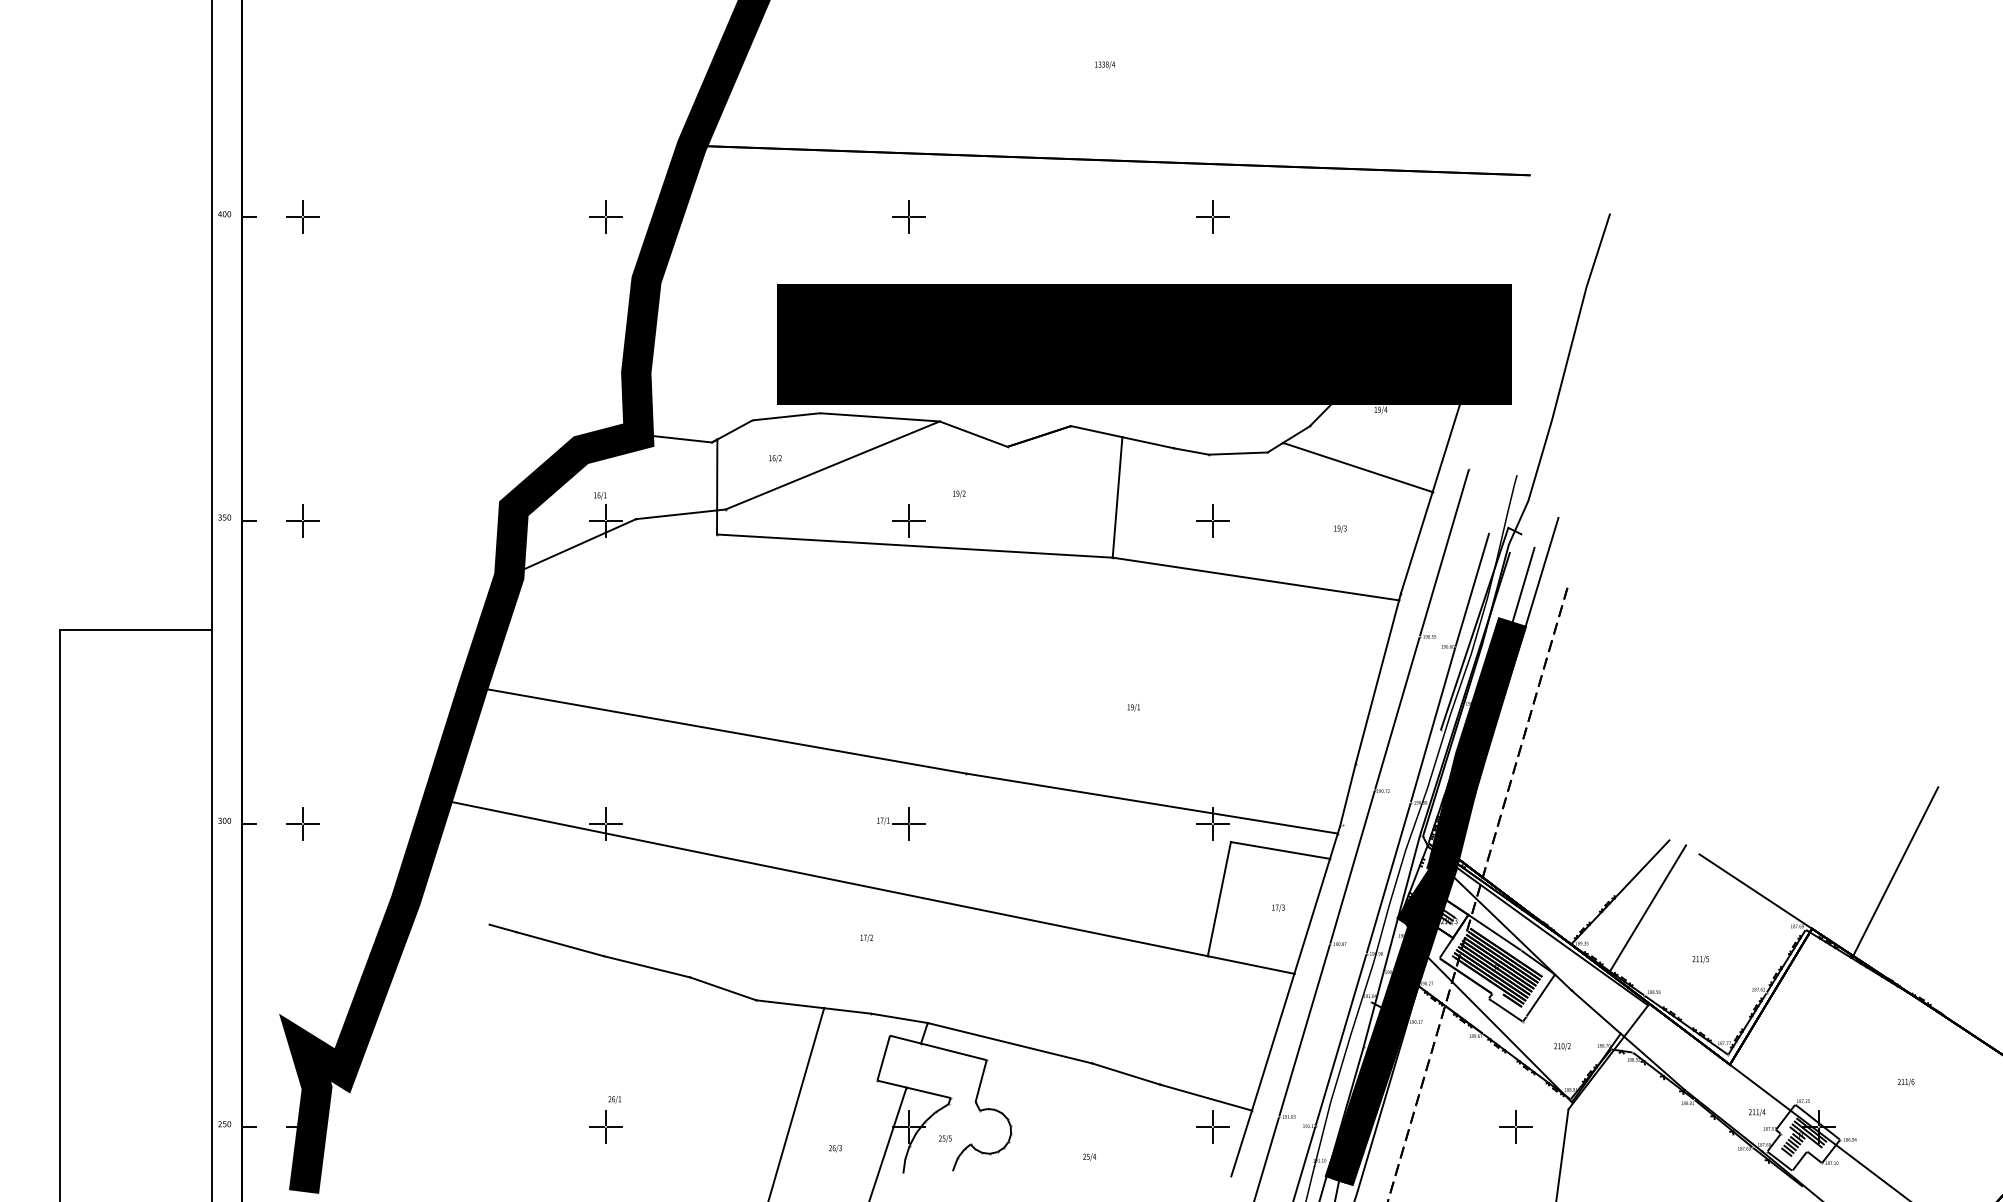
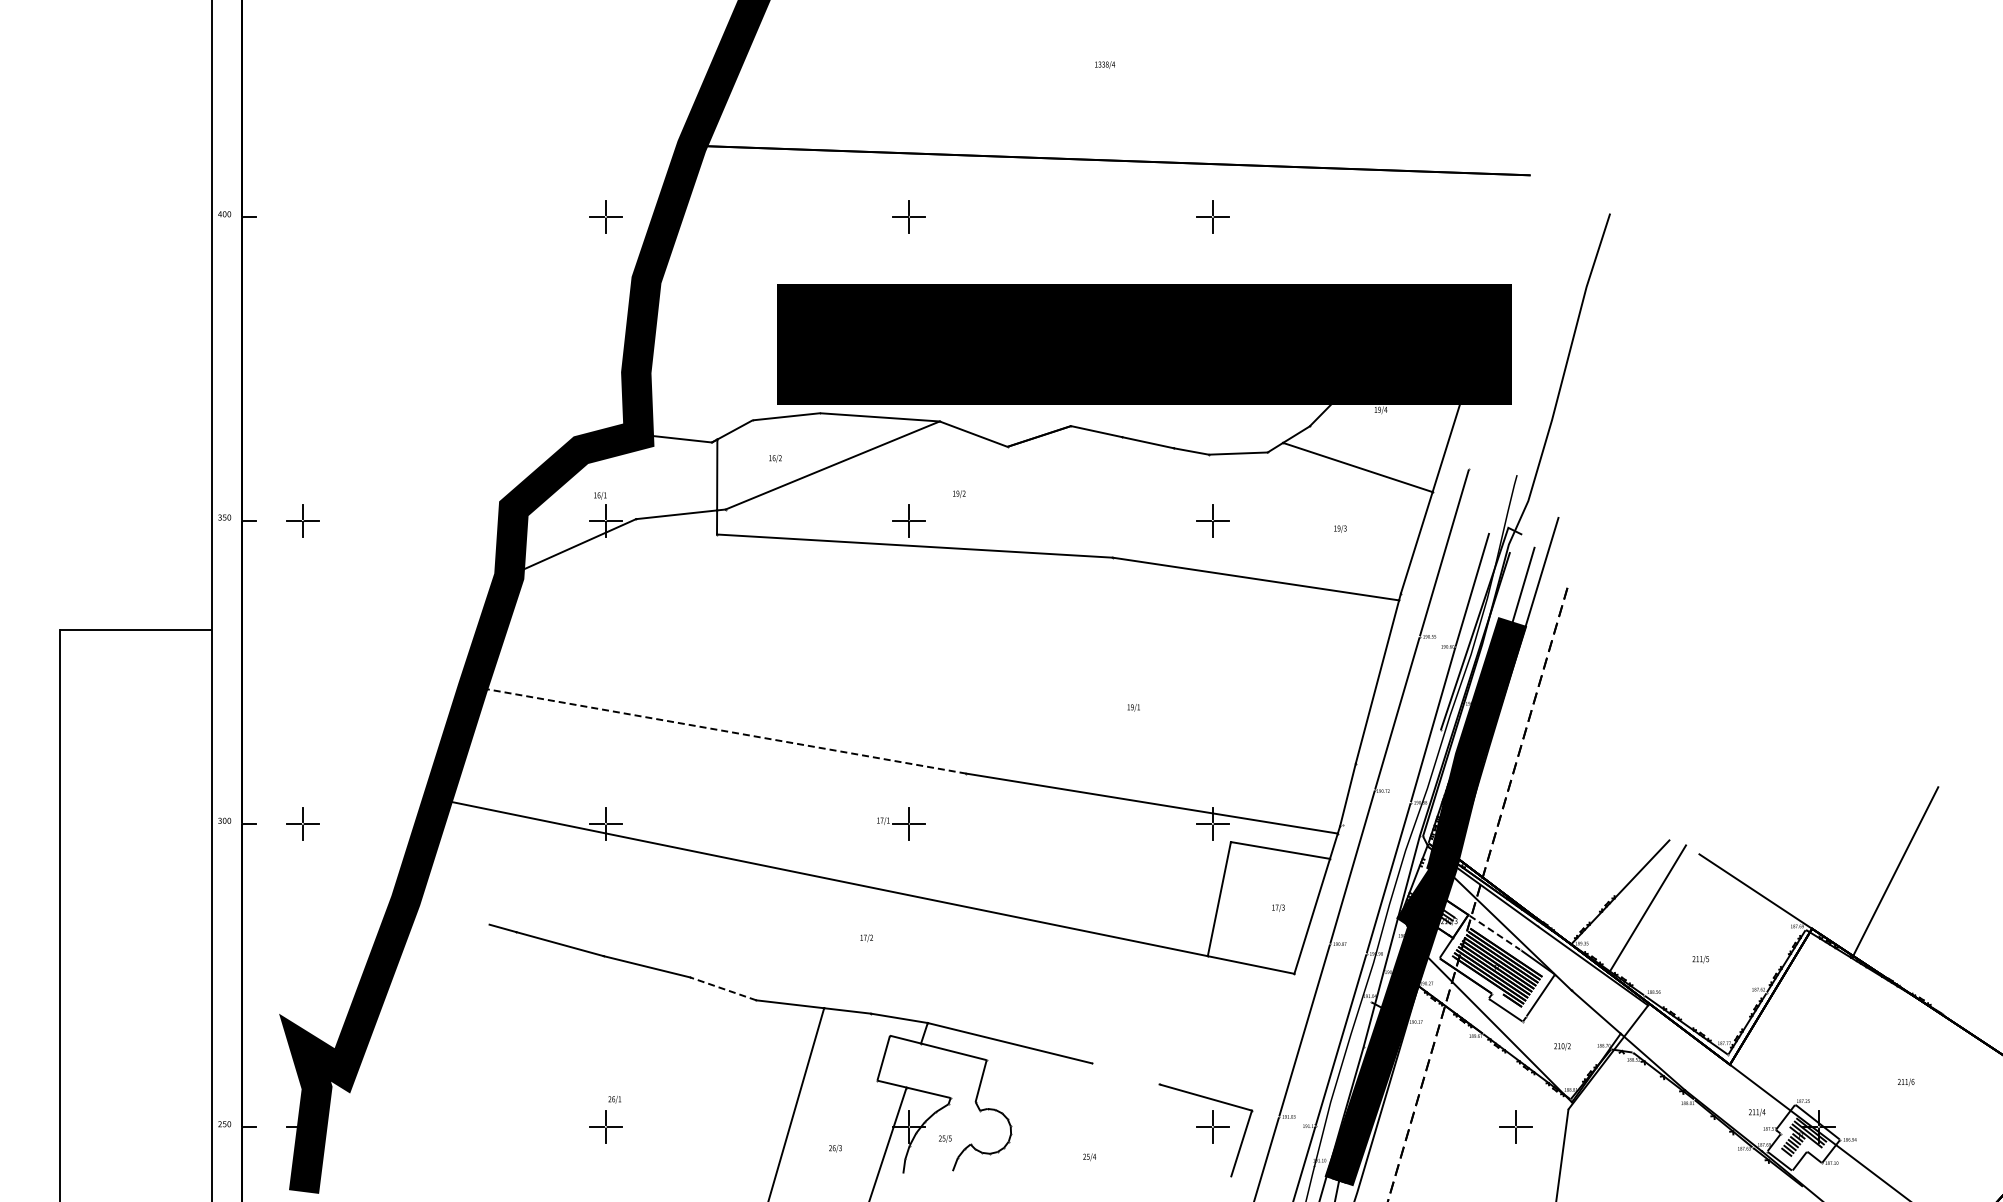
part at (302, 216): present -> none
line at (1117, 497): present -> none
line at (719, 730): solid -> dashed
line at (1495, 932): solid -> dashed
line at (722, 988): solid -> dashed
line at (1272, 1041): present -> none
line at (1125, 1073): present -> none
